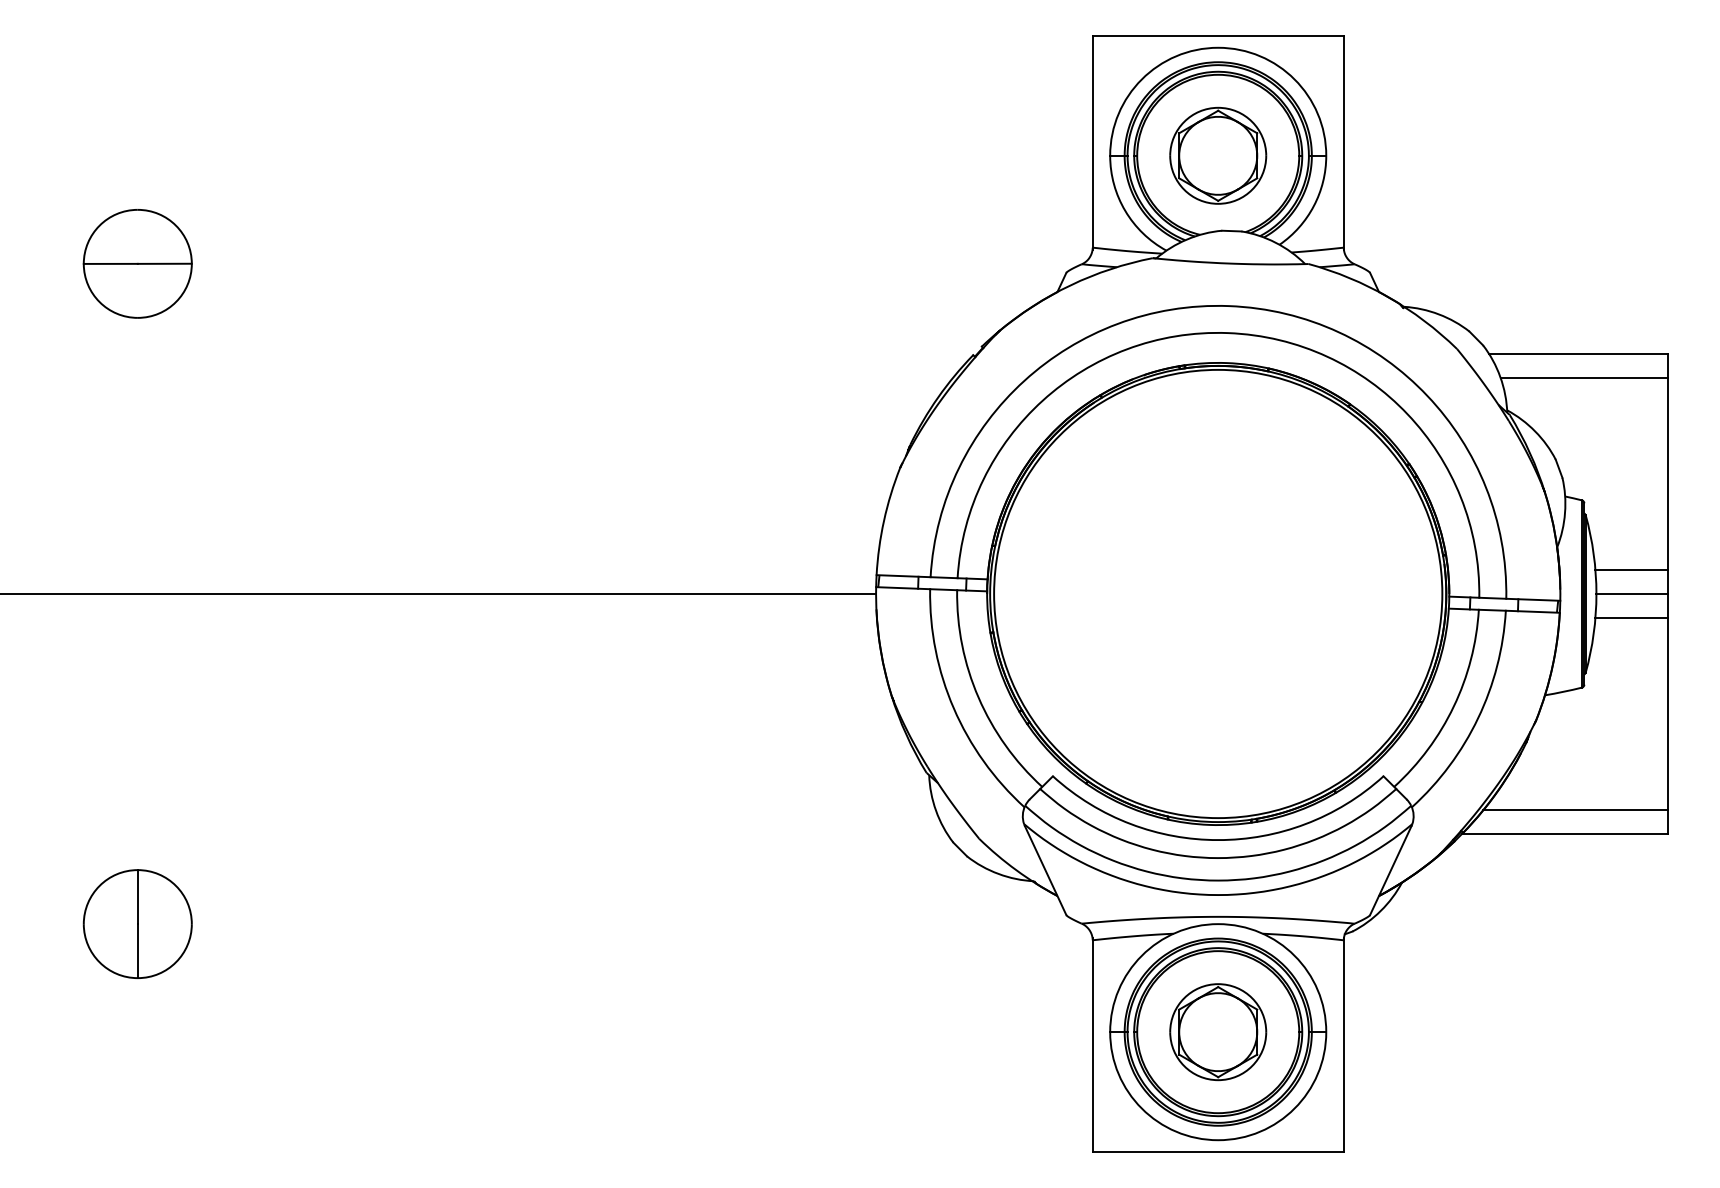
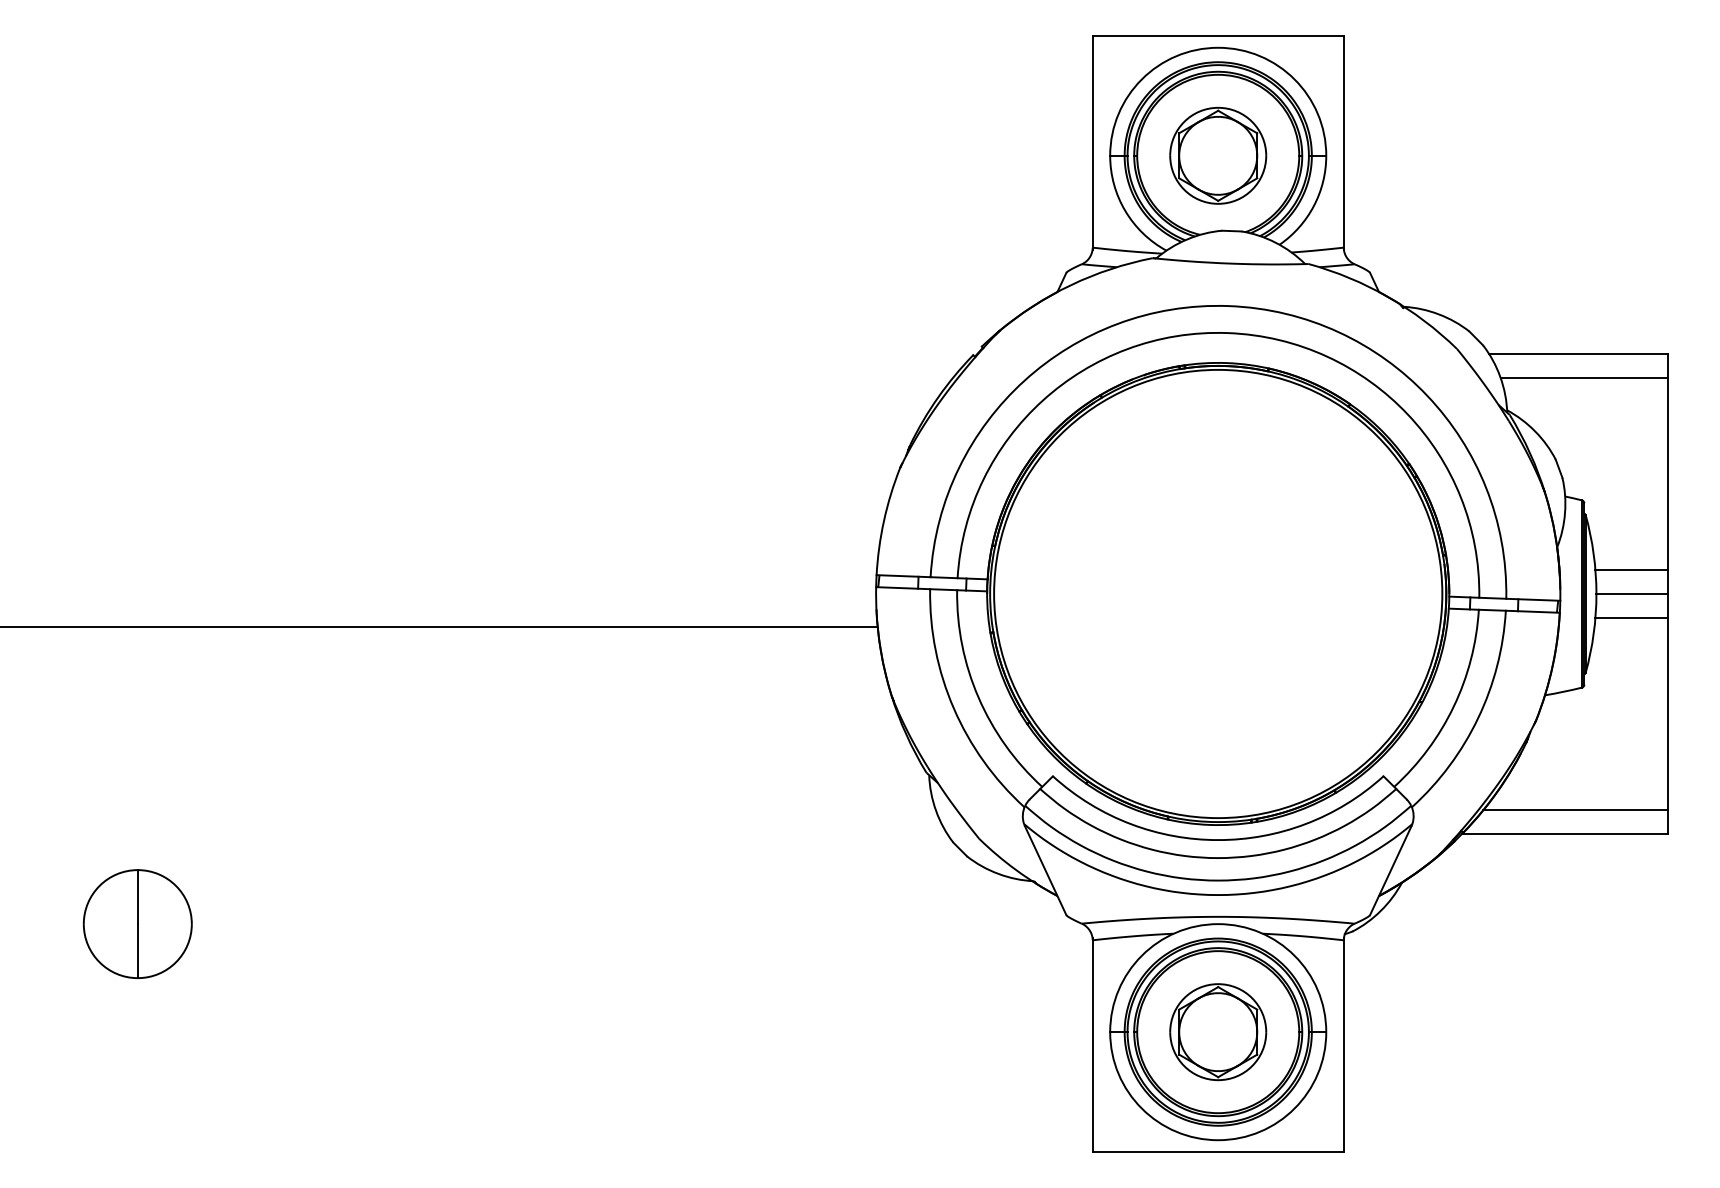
part at (137, 263): present -> none
line at (439, 594) position: (439, 594) -> (439, 627)
